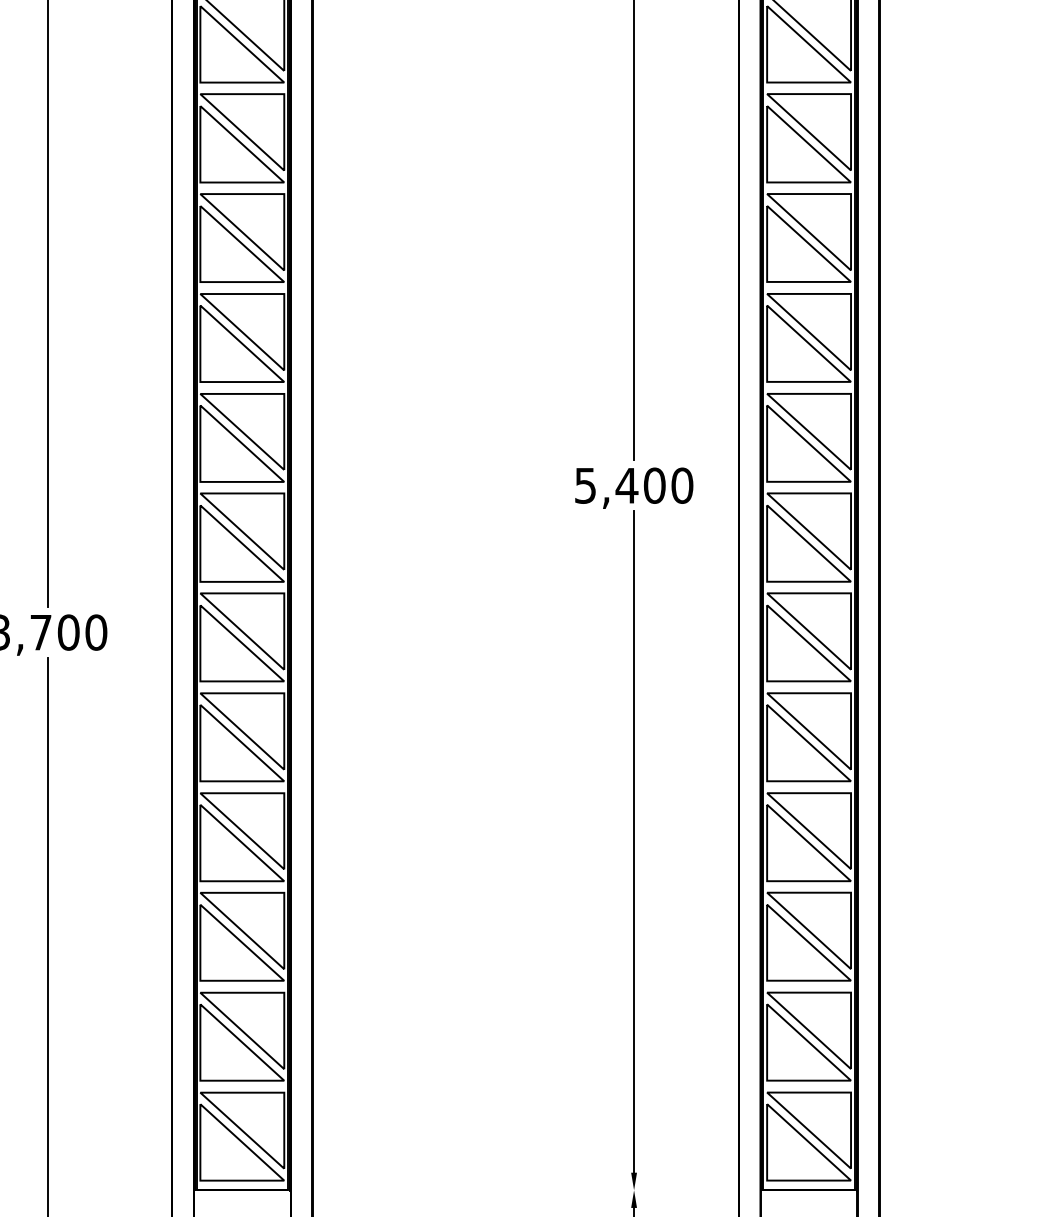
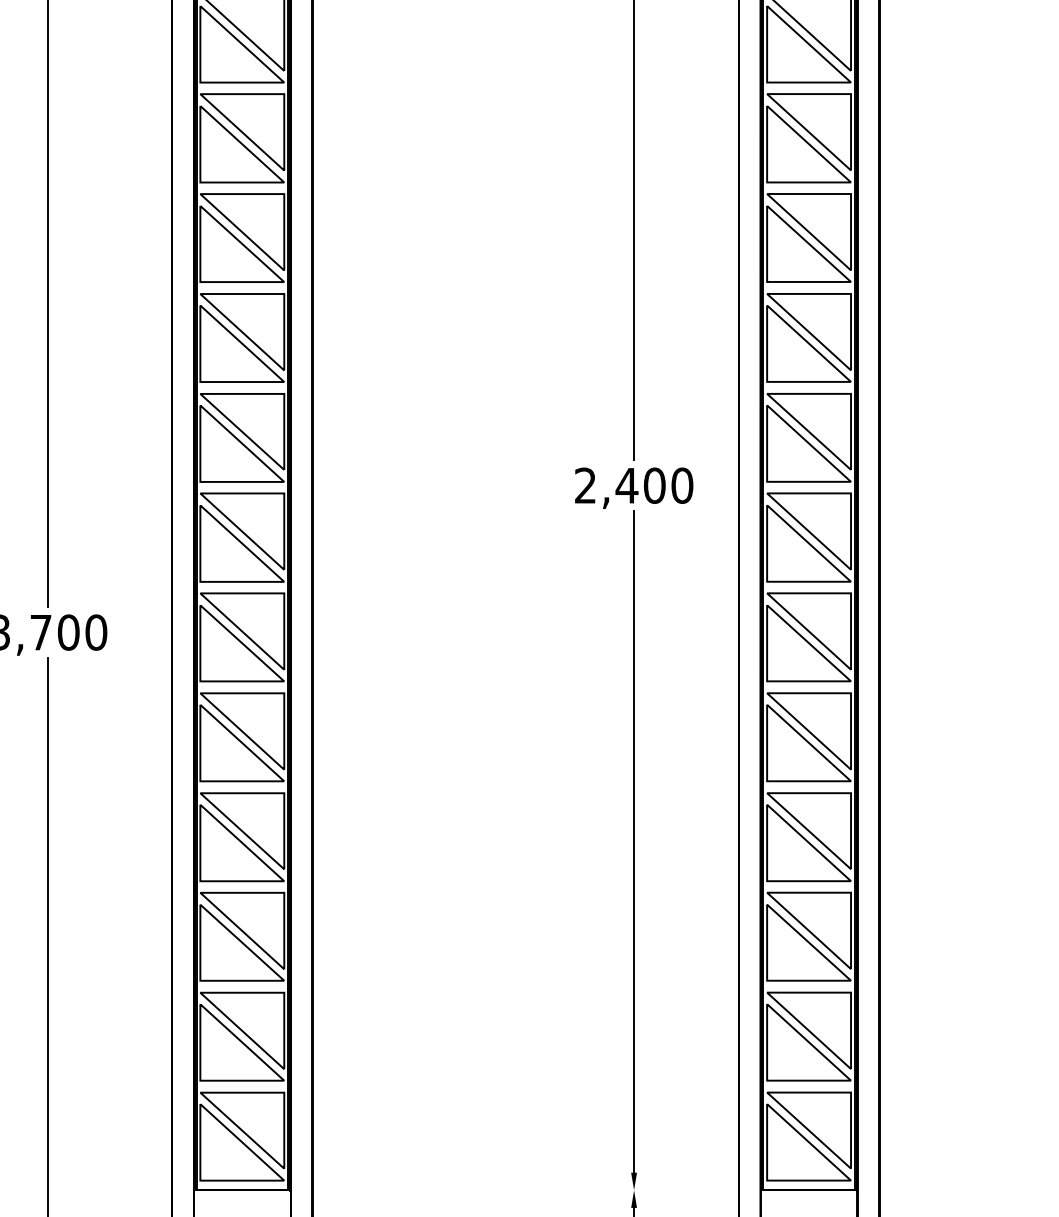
text at (585, 485): 5,400 -> 2,400
